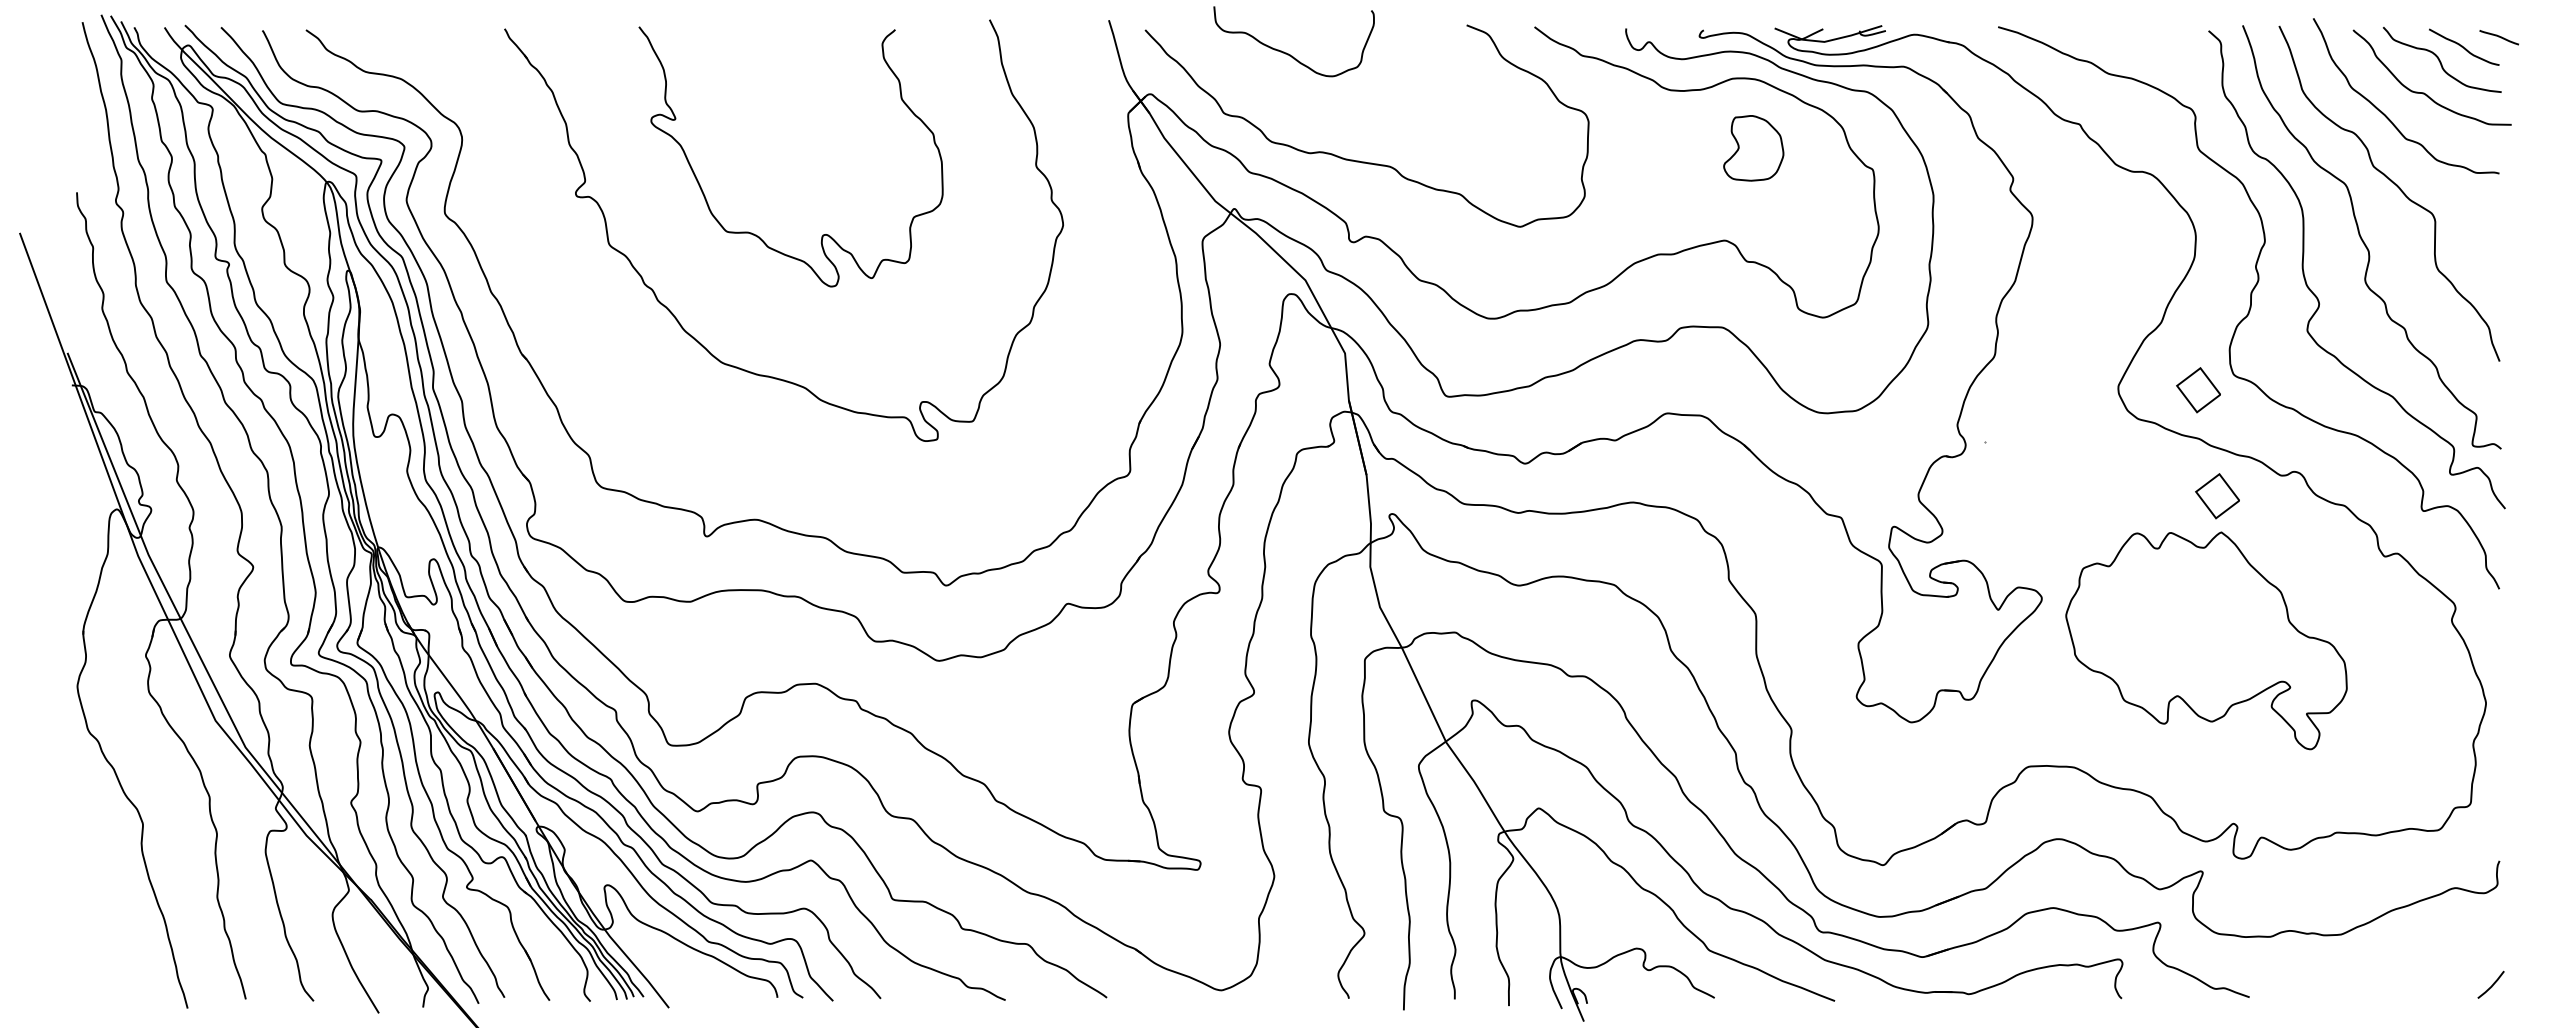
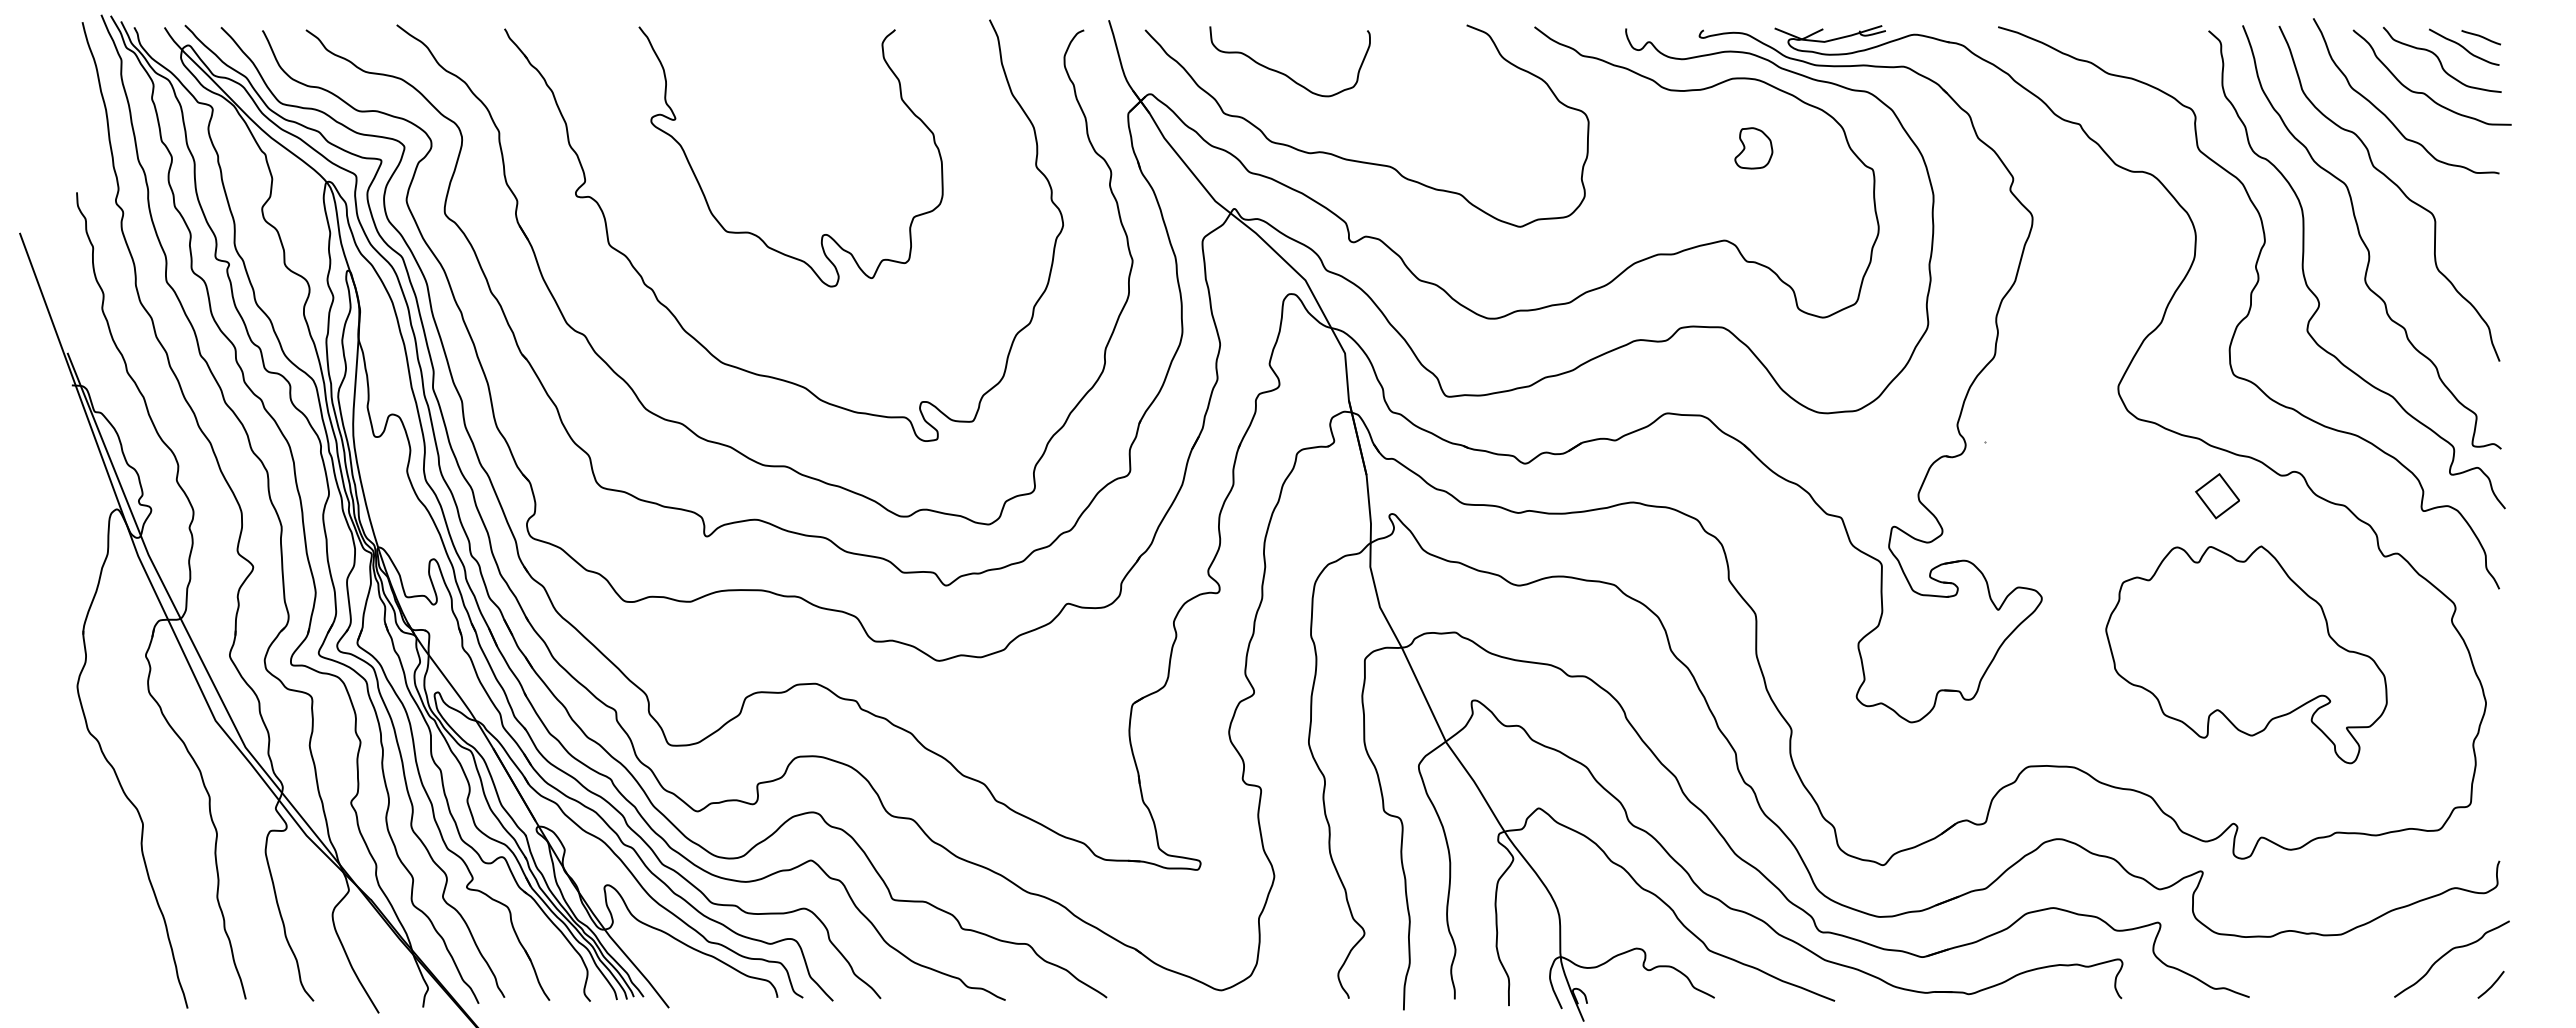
curve at (2498, 37) position: (2498, 37) -> (2480, 37)
curve at (1288, 53) position: (1288, 53) -> (1284, 73)
part at (1753, 148) size: 62x67 px -> 40x43 px
part at (2198, 390): present -> none
part at (683, 423): none -> present
part at (2206, 640) position: (2206, 640) -> (2246, 654)
curve at (2448, 953): none -> present
